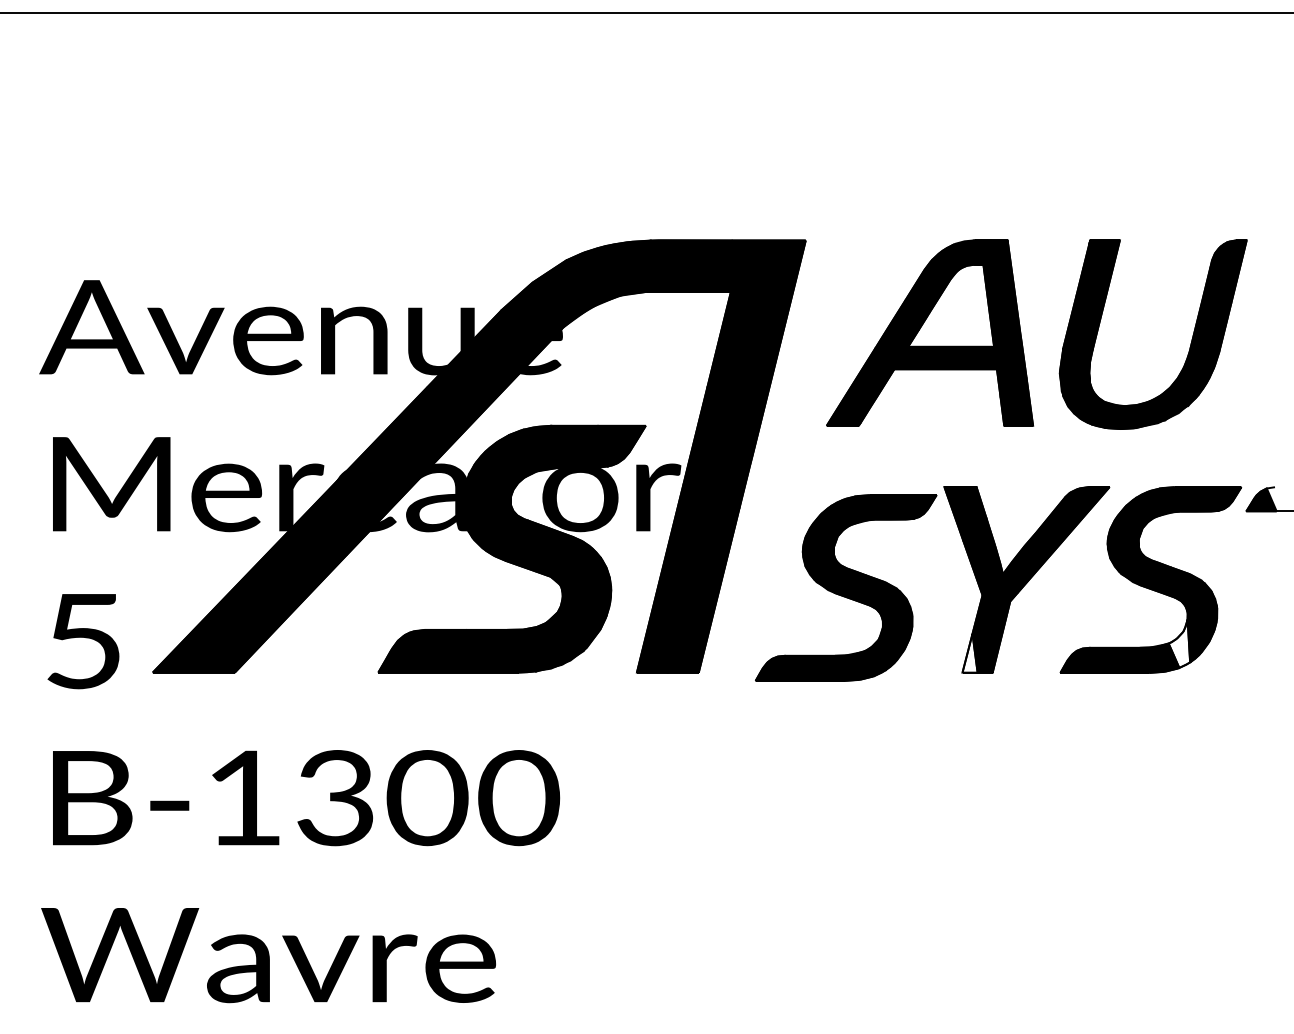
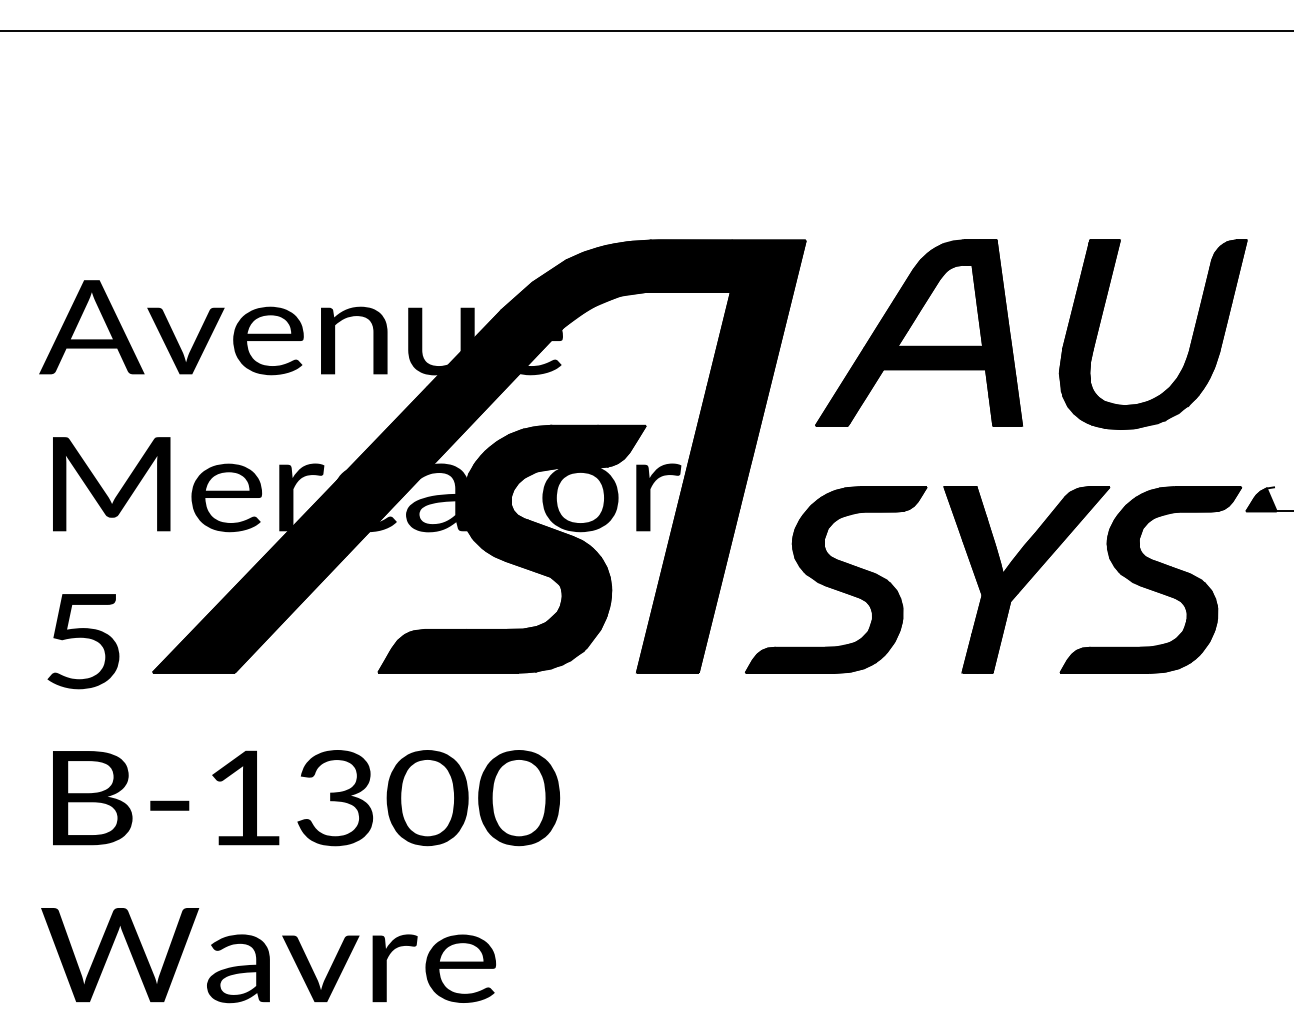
line at (646, 12) position: (646, 12) -> (646, 30)
part at (930, 332) position: (930, 332) -> (919, 332)
part at (846, 587) position: (846, 587) -> (836, 579)
fill at (1179, 643): none -> present
fill at (969, 652): none -> present
